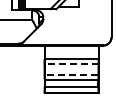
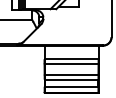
line at (71, 64): dashed -> solid
line at (71, 74): dashed -> solid
